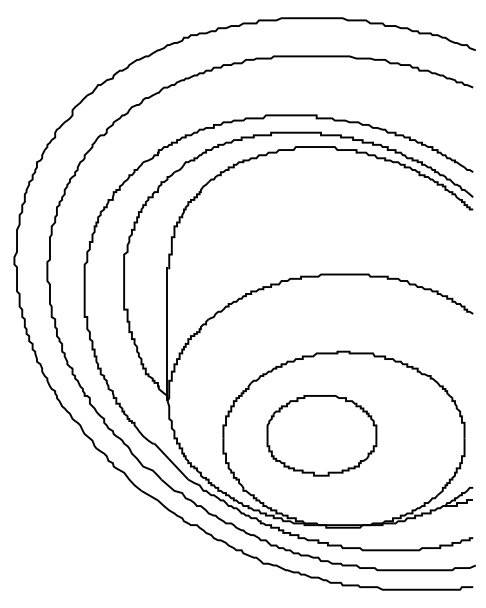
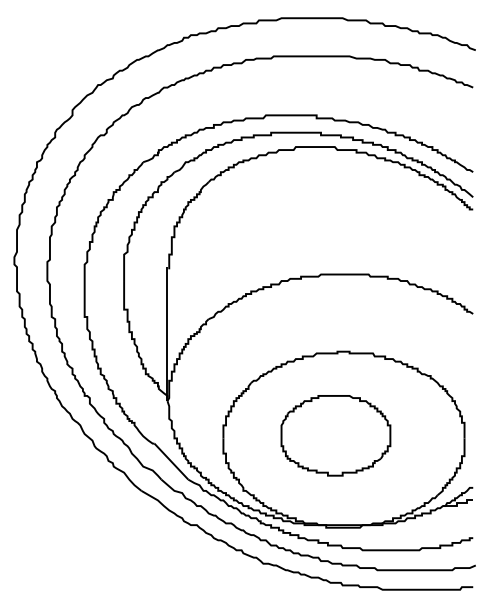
part at (321, 435) position: (321, 435) -> (335, 435)
